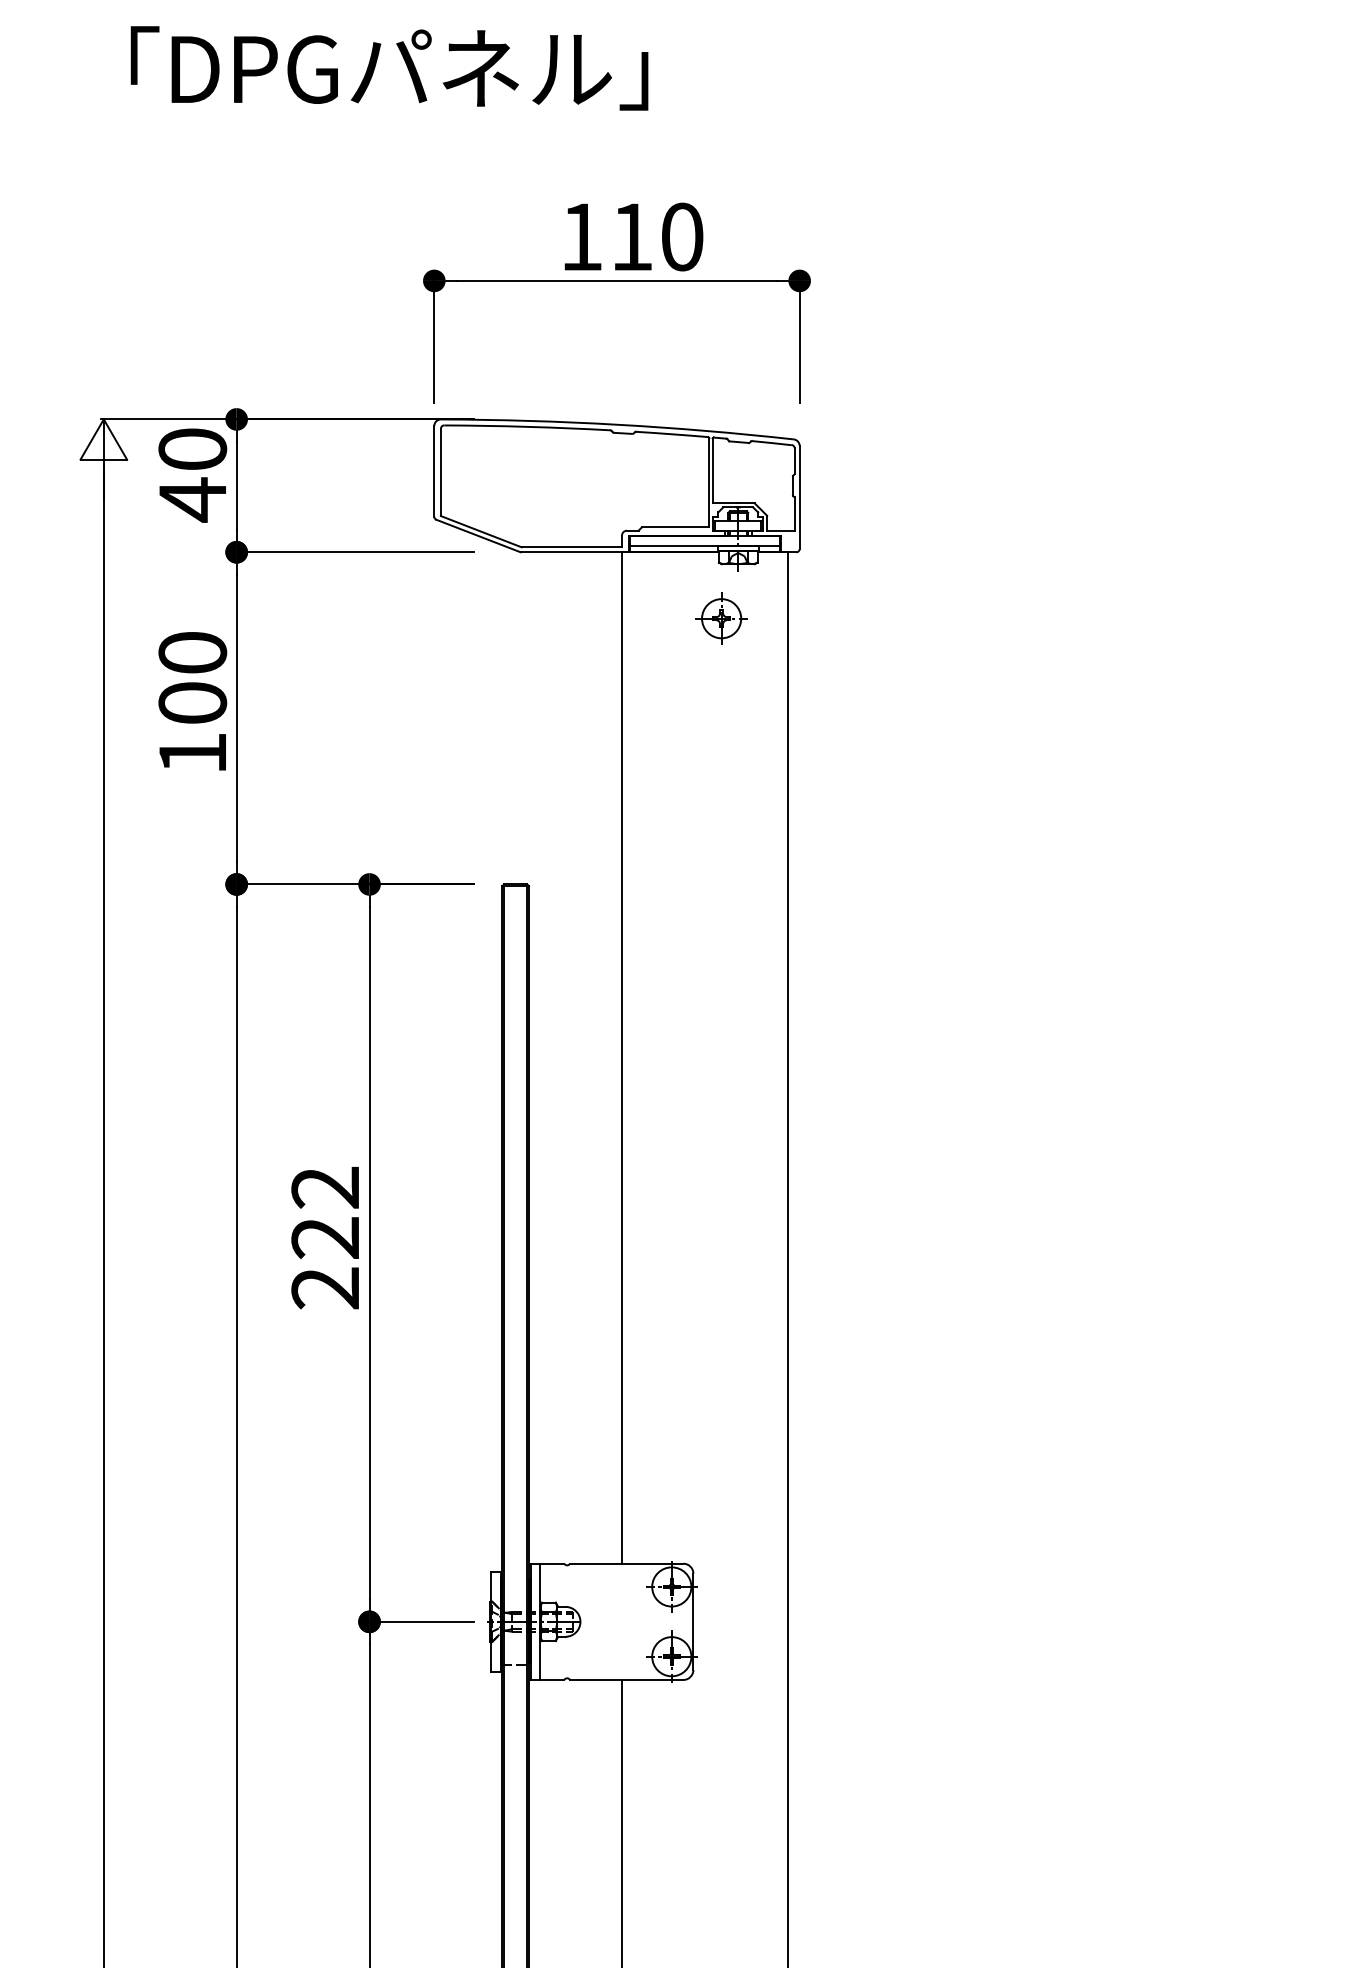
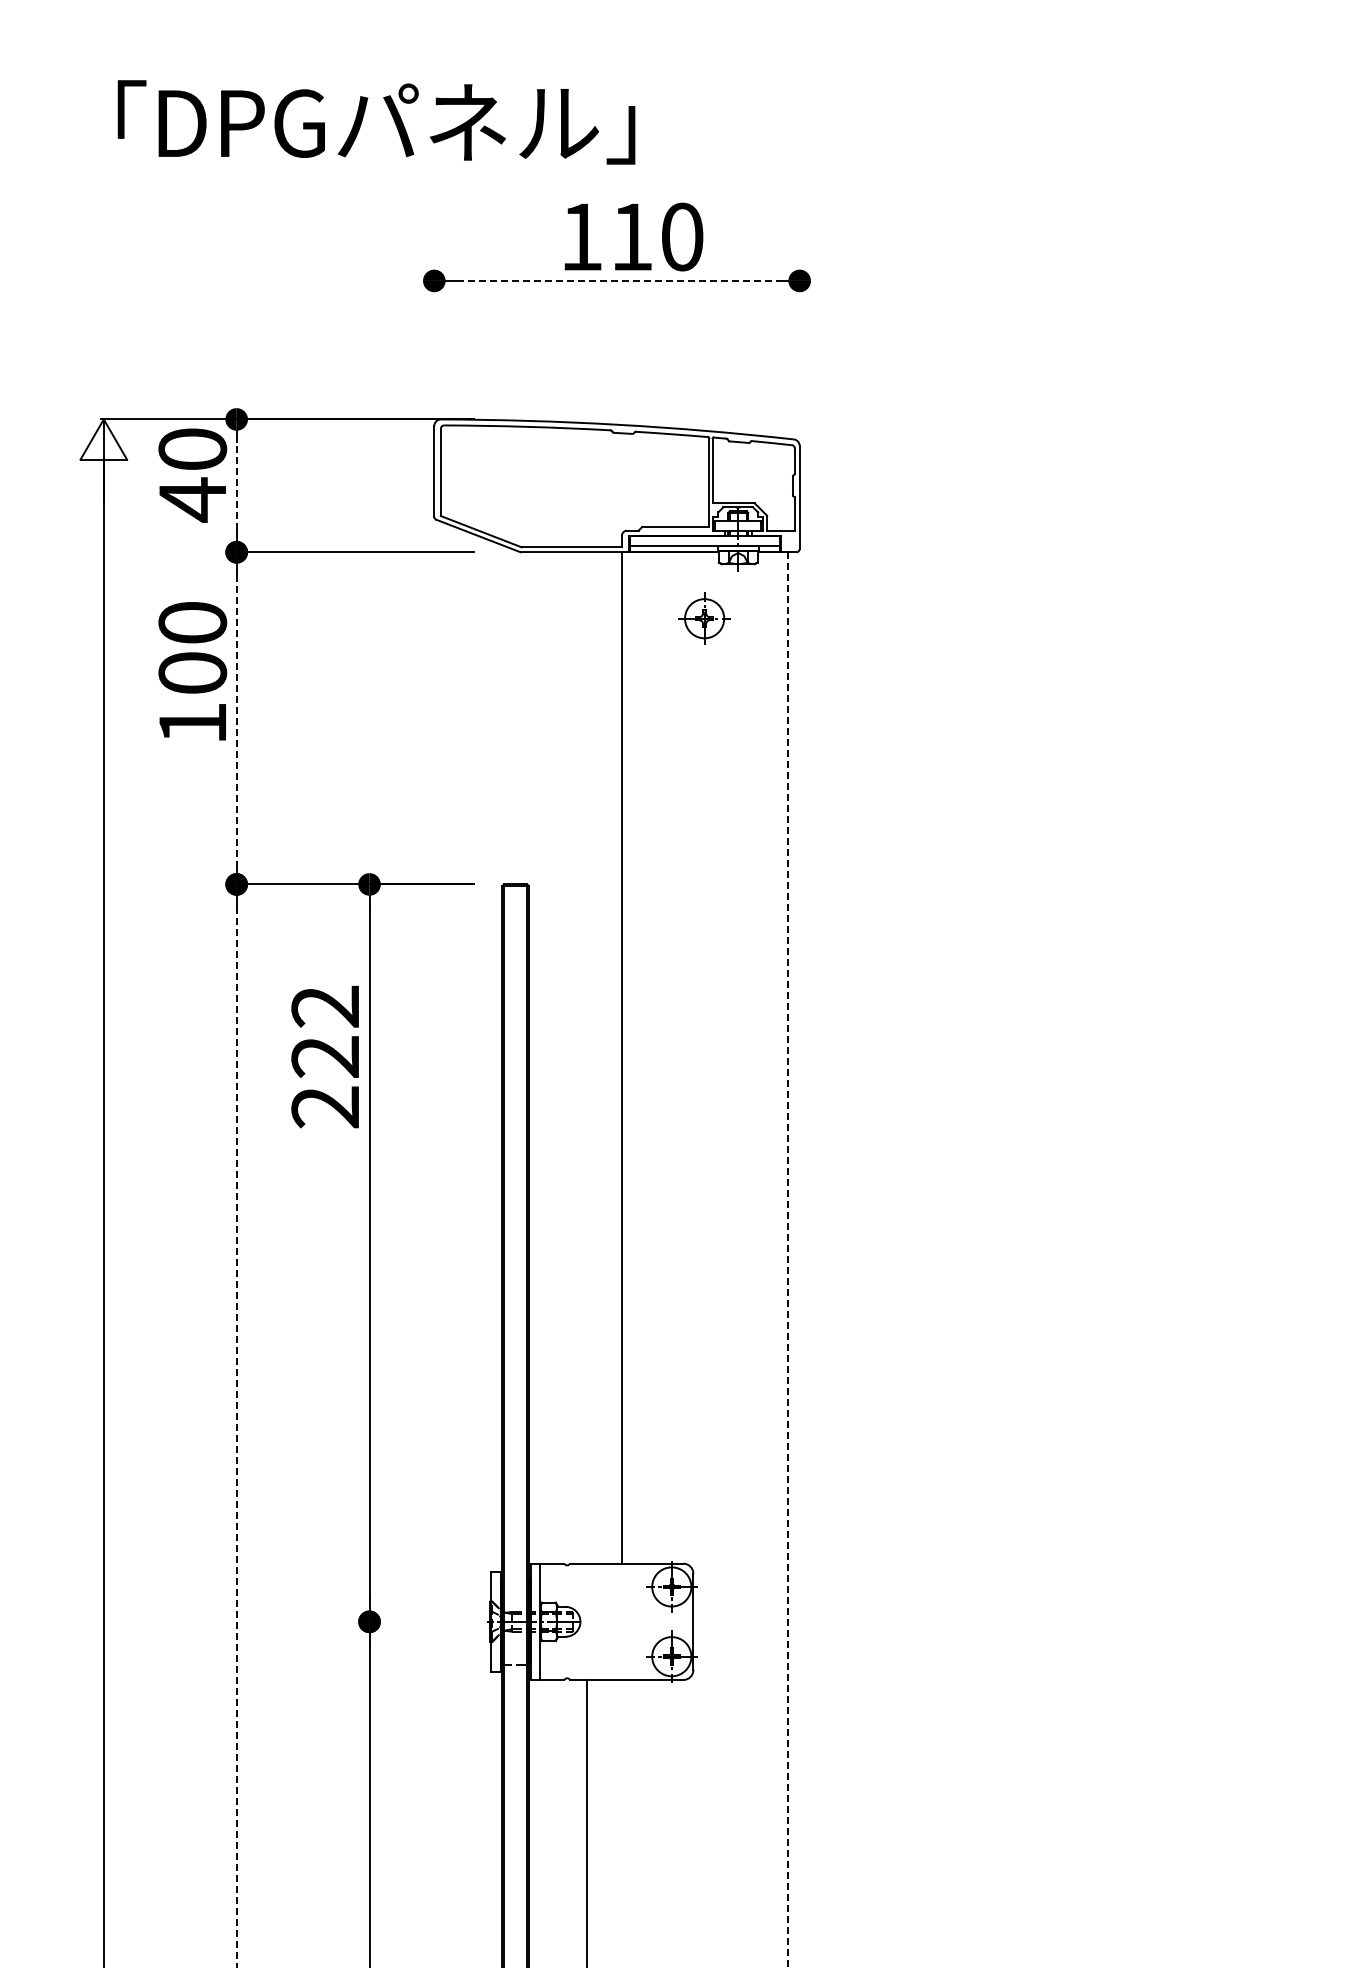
text at (389, 68) position: (389, 68) -> (376, 122)
line at (617, 280): solid -> dashed
line at (434, 339): present -> none
line at (799, 339): present -> none
line at (236, 485): solid -> dashed
part at (721, 618) position: (721, 618) -> (704, 618)
text at (192, 701) position: (192, 701) -> (192, 671)
line at (236, 718): solid -> dashed
text at (324, 1238) position: (324, 1238) -> (324, 1057)
line at (788, 1260): solid -> dashed
line at (236, 1438): solid -> dashed
line at (420, 1621): present -> none
line at (621, 1821) position: (621, 1821) -> (586, 1821)
